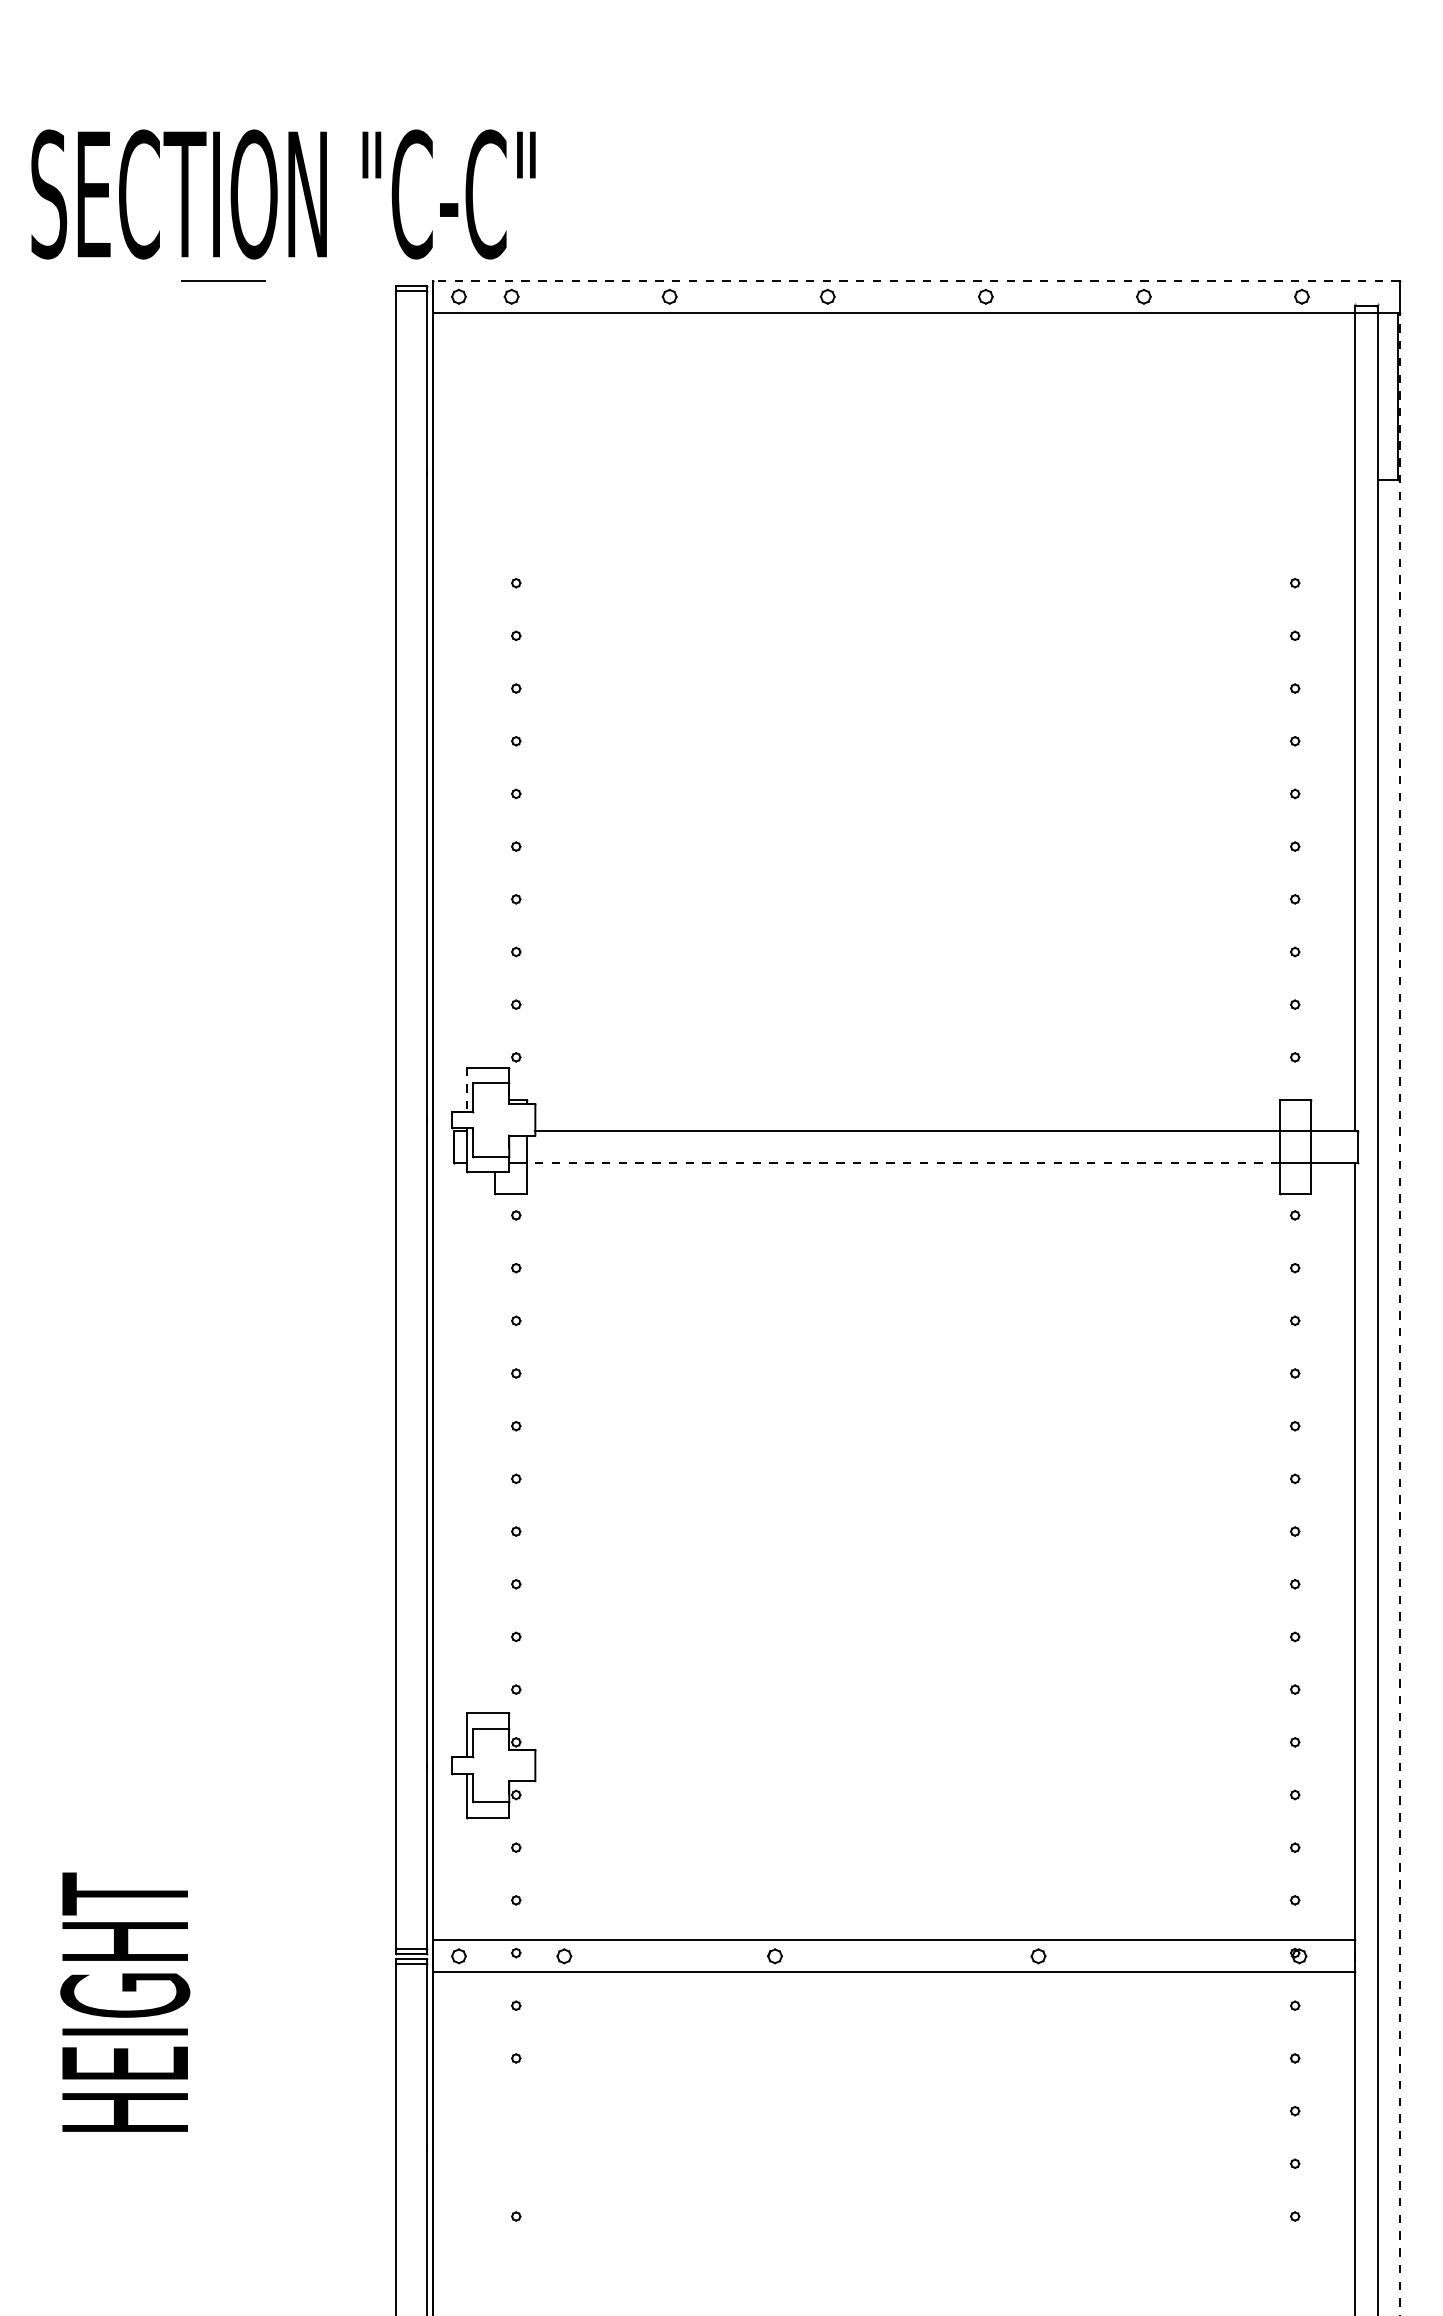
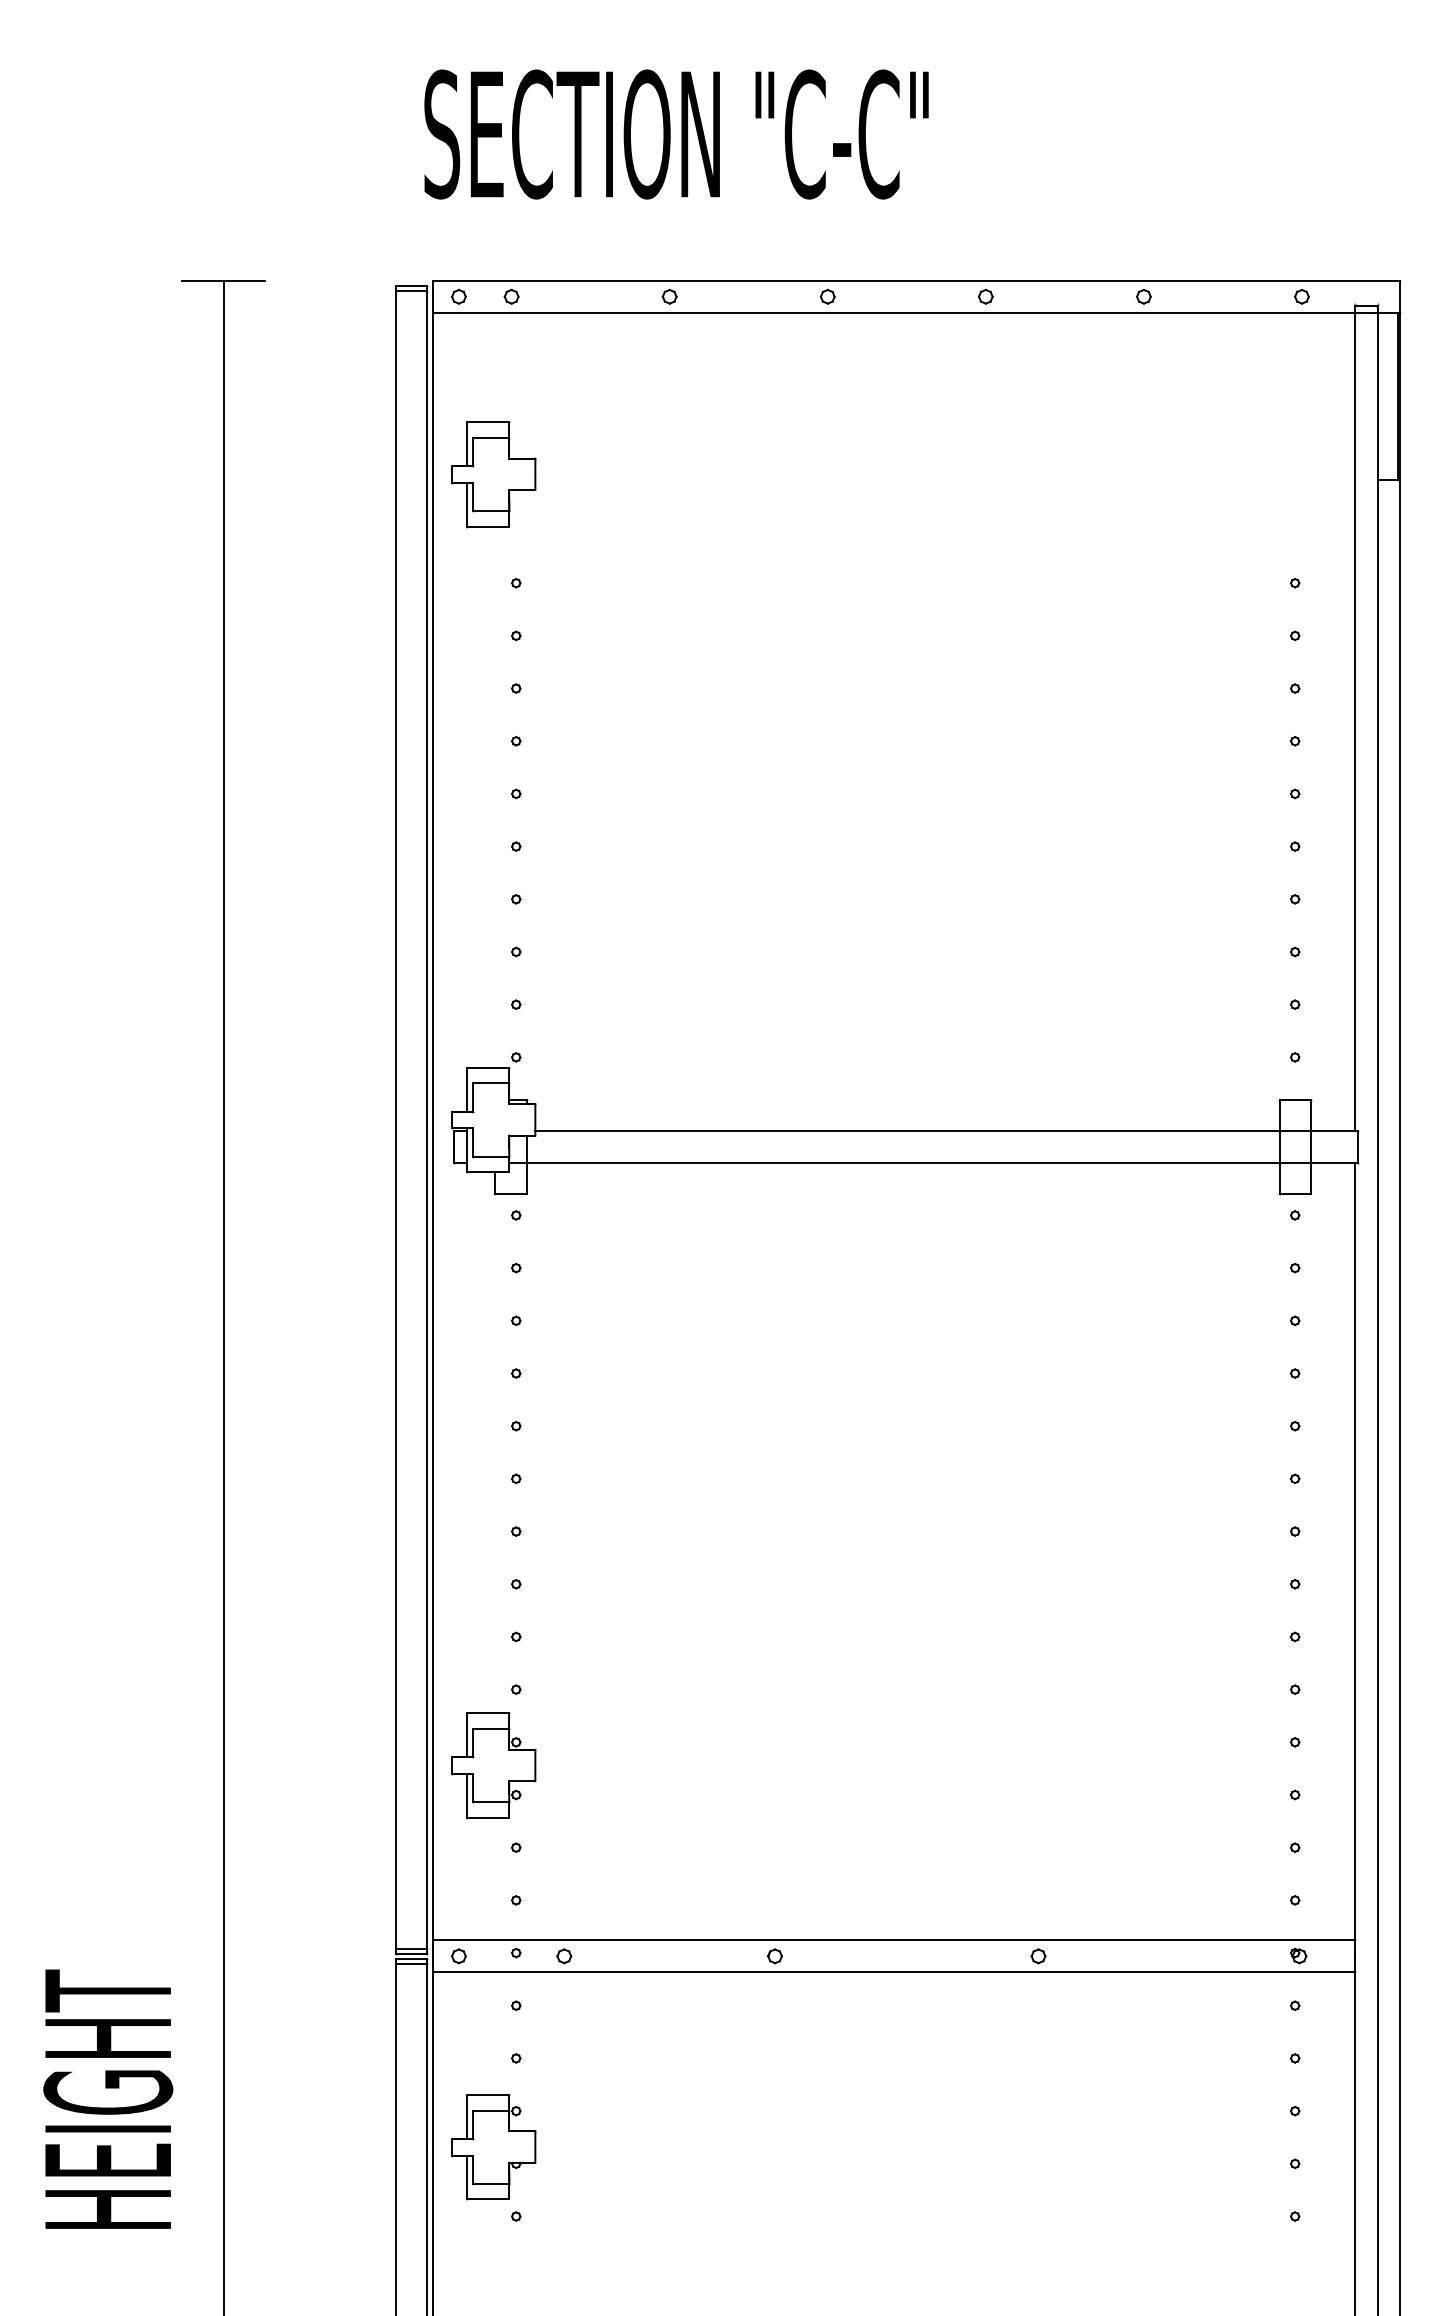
text at (283, 194) position: (283, 194) -> (676, 134)
line at (916, 280): dashed -> solid
part at (493, 474): none -> present
line at (467, 1089): dashed -> solid
line at (902, 1162): dashed -> solid
line at (223, 1296): none -> present
line at (1399, 1313): dashed -> solid
text at (125, 2001) position: (125, 2001) -> (108, 2098)
part at (493, 2147): none -> present
